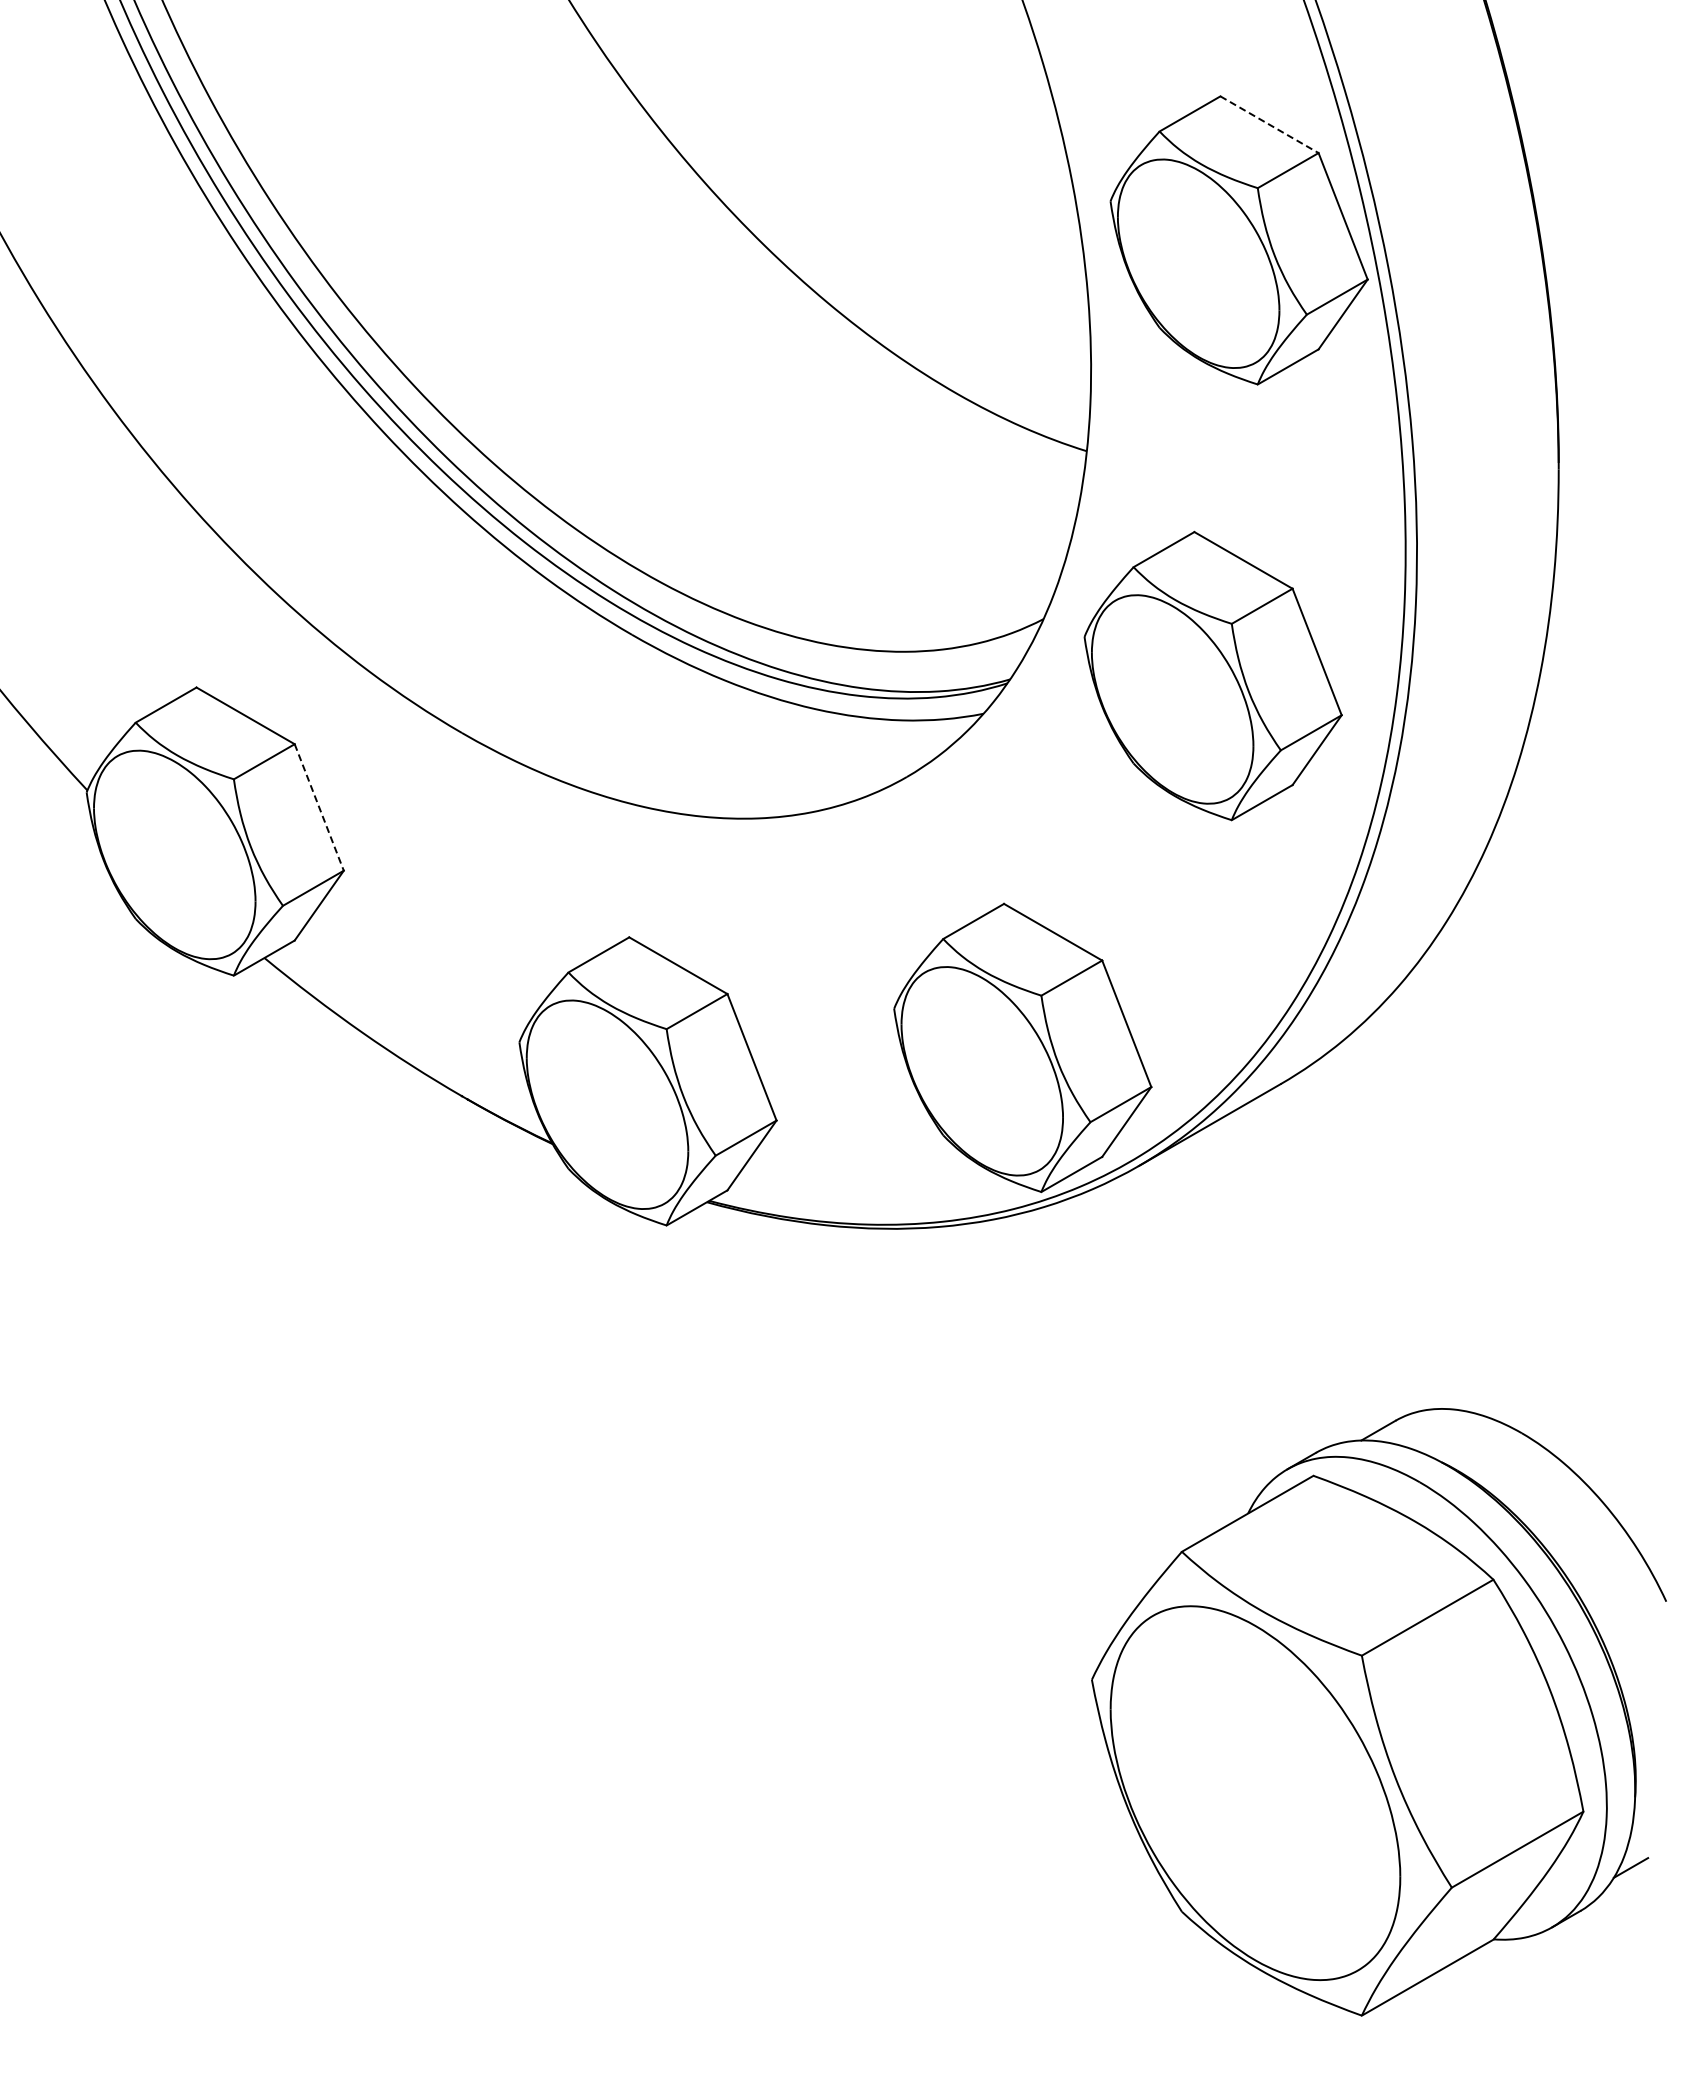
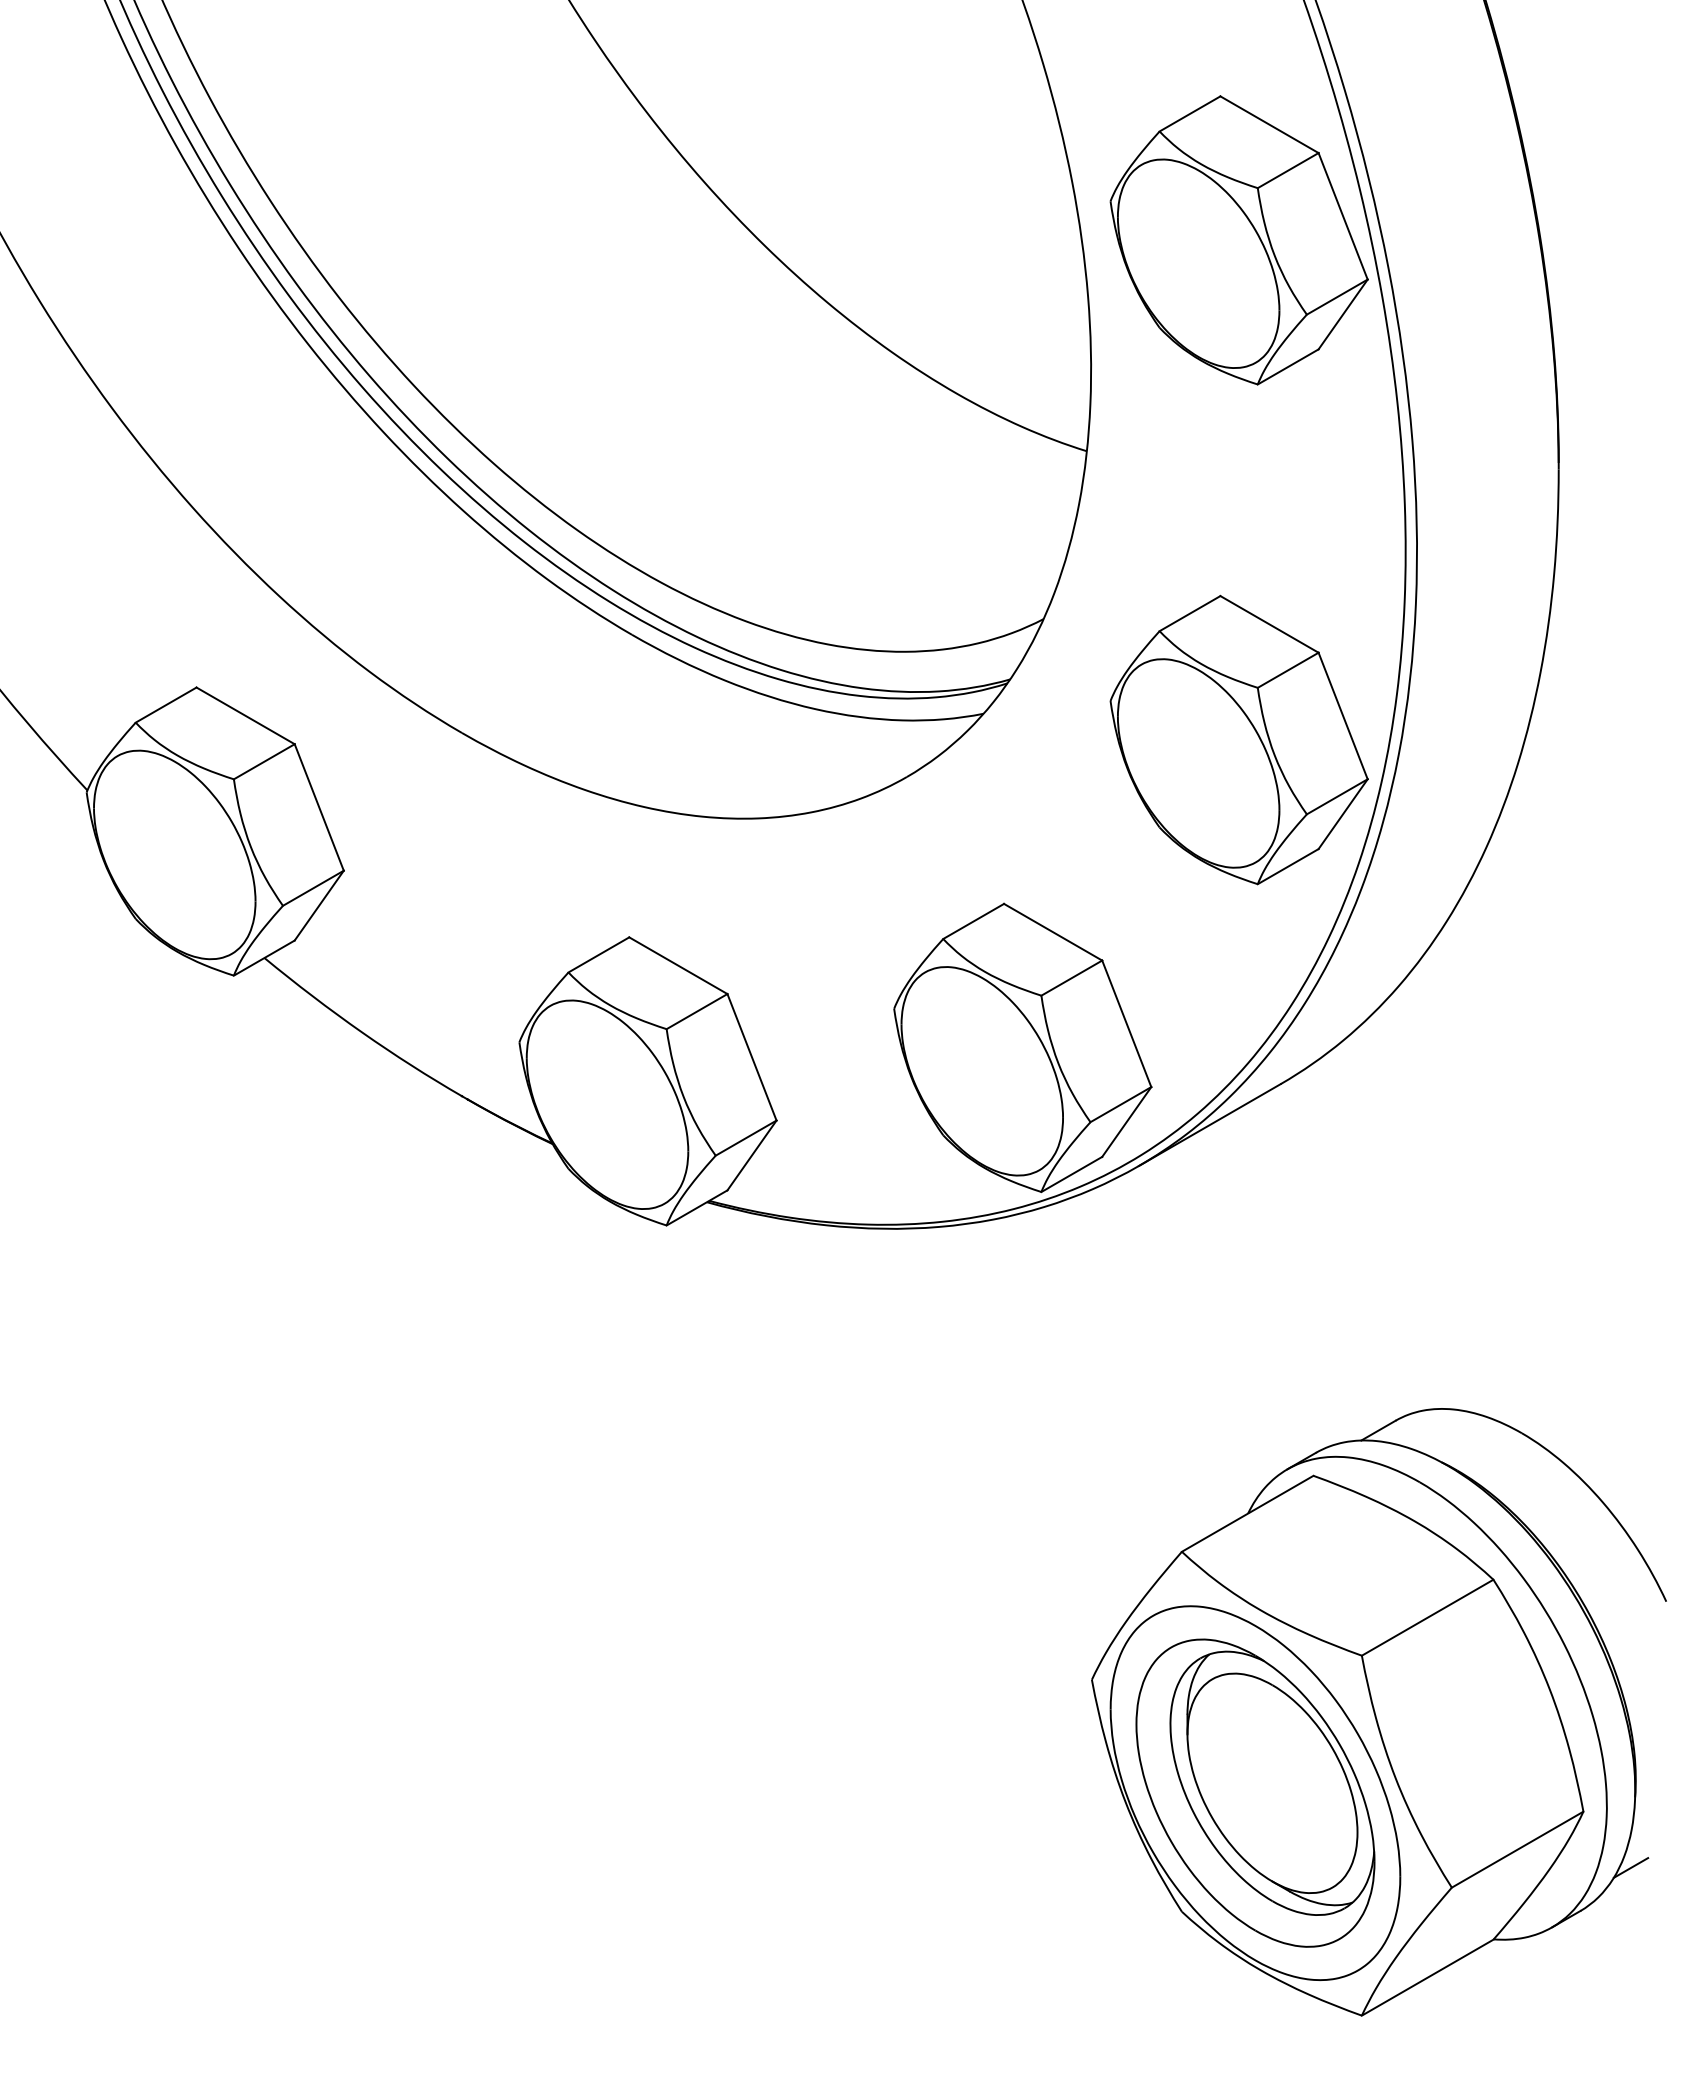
line at (1269, 124): dashed -> solid
part at (1212, 675) position: (1212, 675) -> (1238, 739)
line at (319, 807): dashed -> solid
part at (1255, 1792): none -> present
